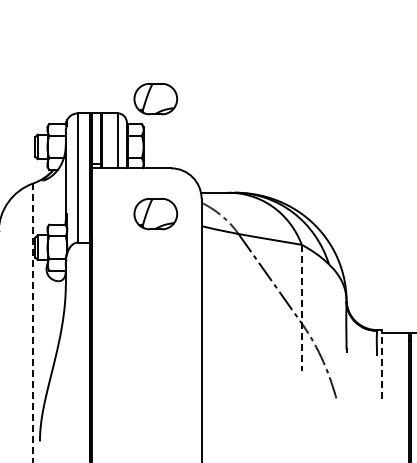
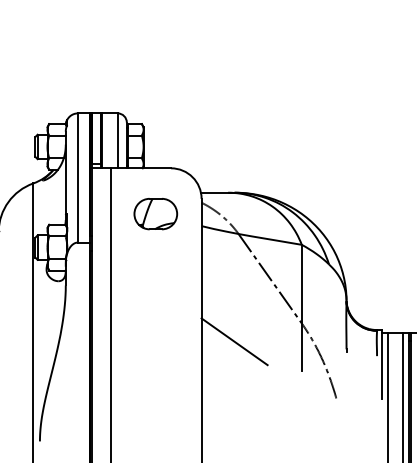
part at (155, 99): present -> none
line at (301, 307): dashed -> solid
line at (110, 313): none -> present
line at (33, 323): dashed -> solid
line at (234, 341): none -> present
line at (381, 363): dashed -> solid
line at (387, 396): none -> present
line at (402, 396): none -> present
